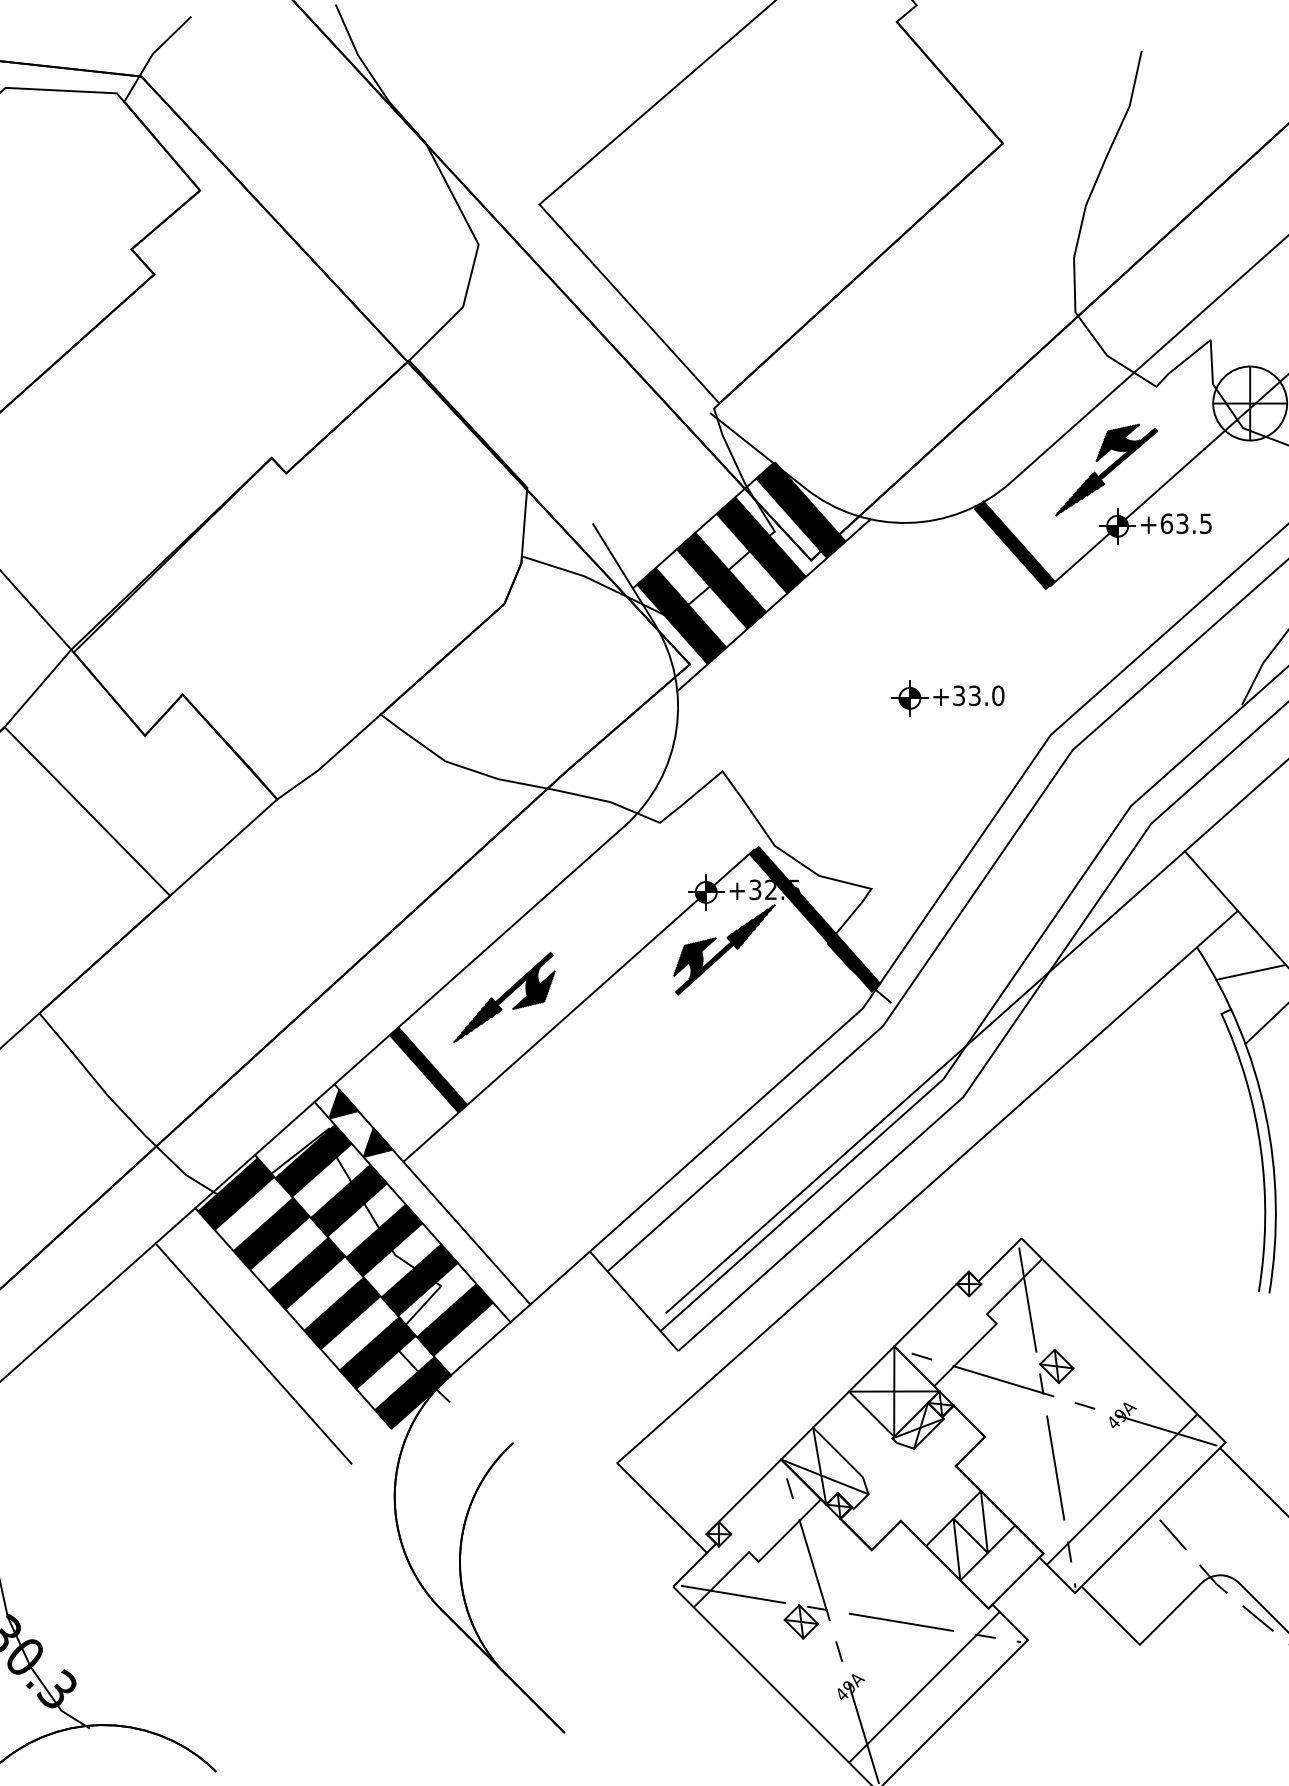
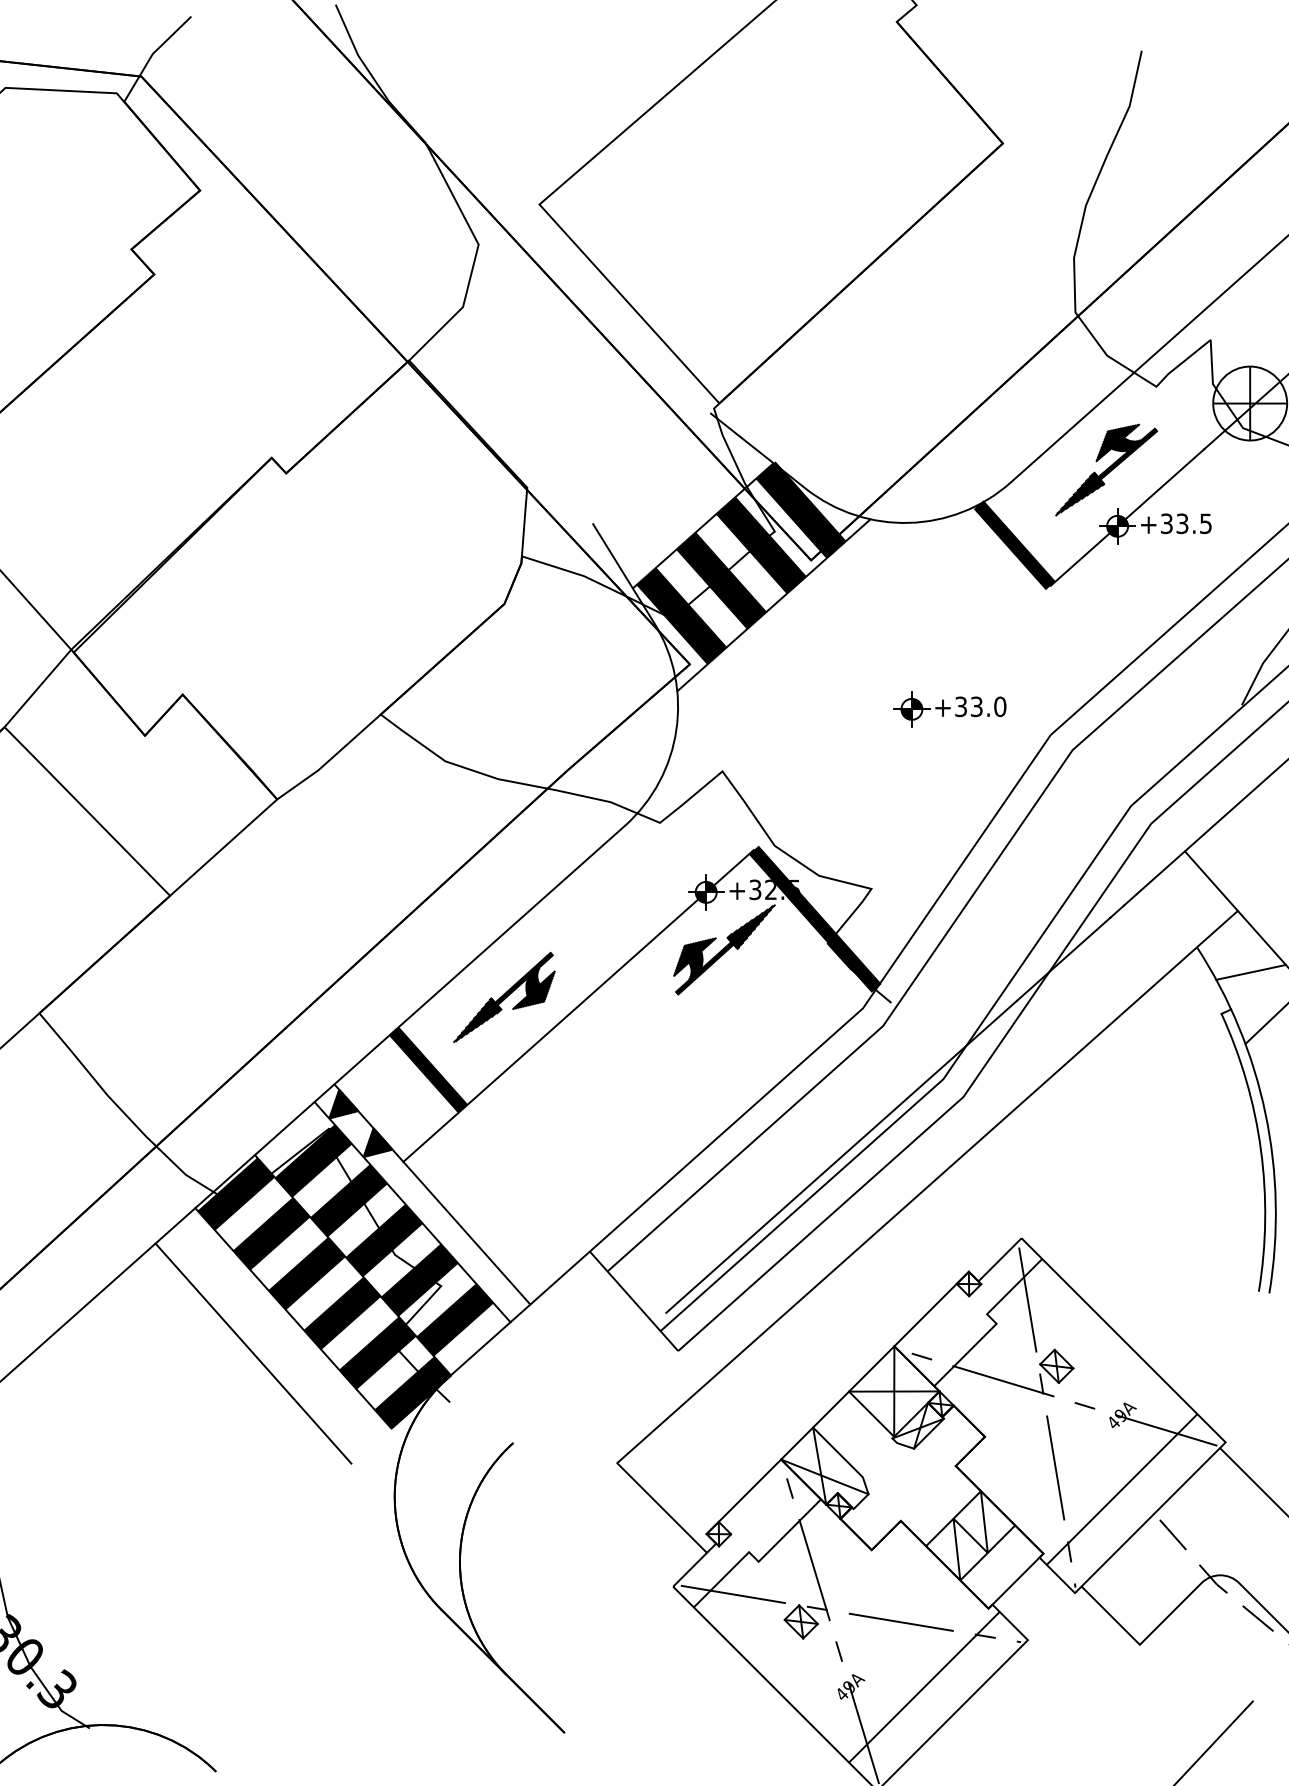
text at (1166, 523): +63.5 -> +33.5
part at (947, 698) position: (947, 698) -> (949, 709)
line at (1214, 1741): none -> present
